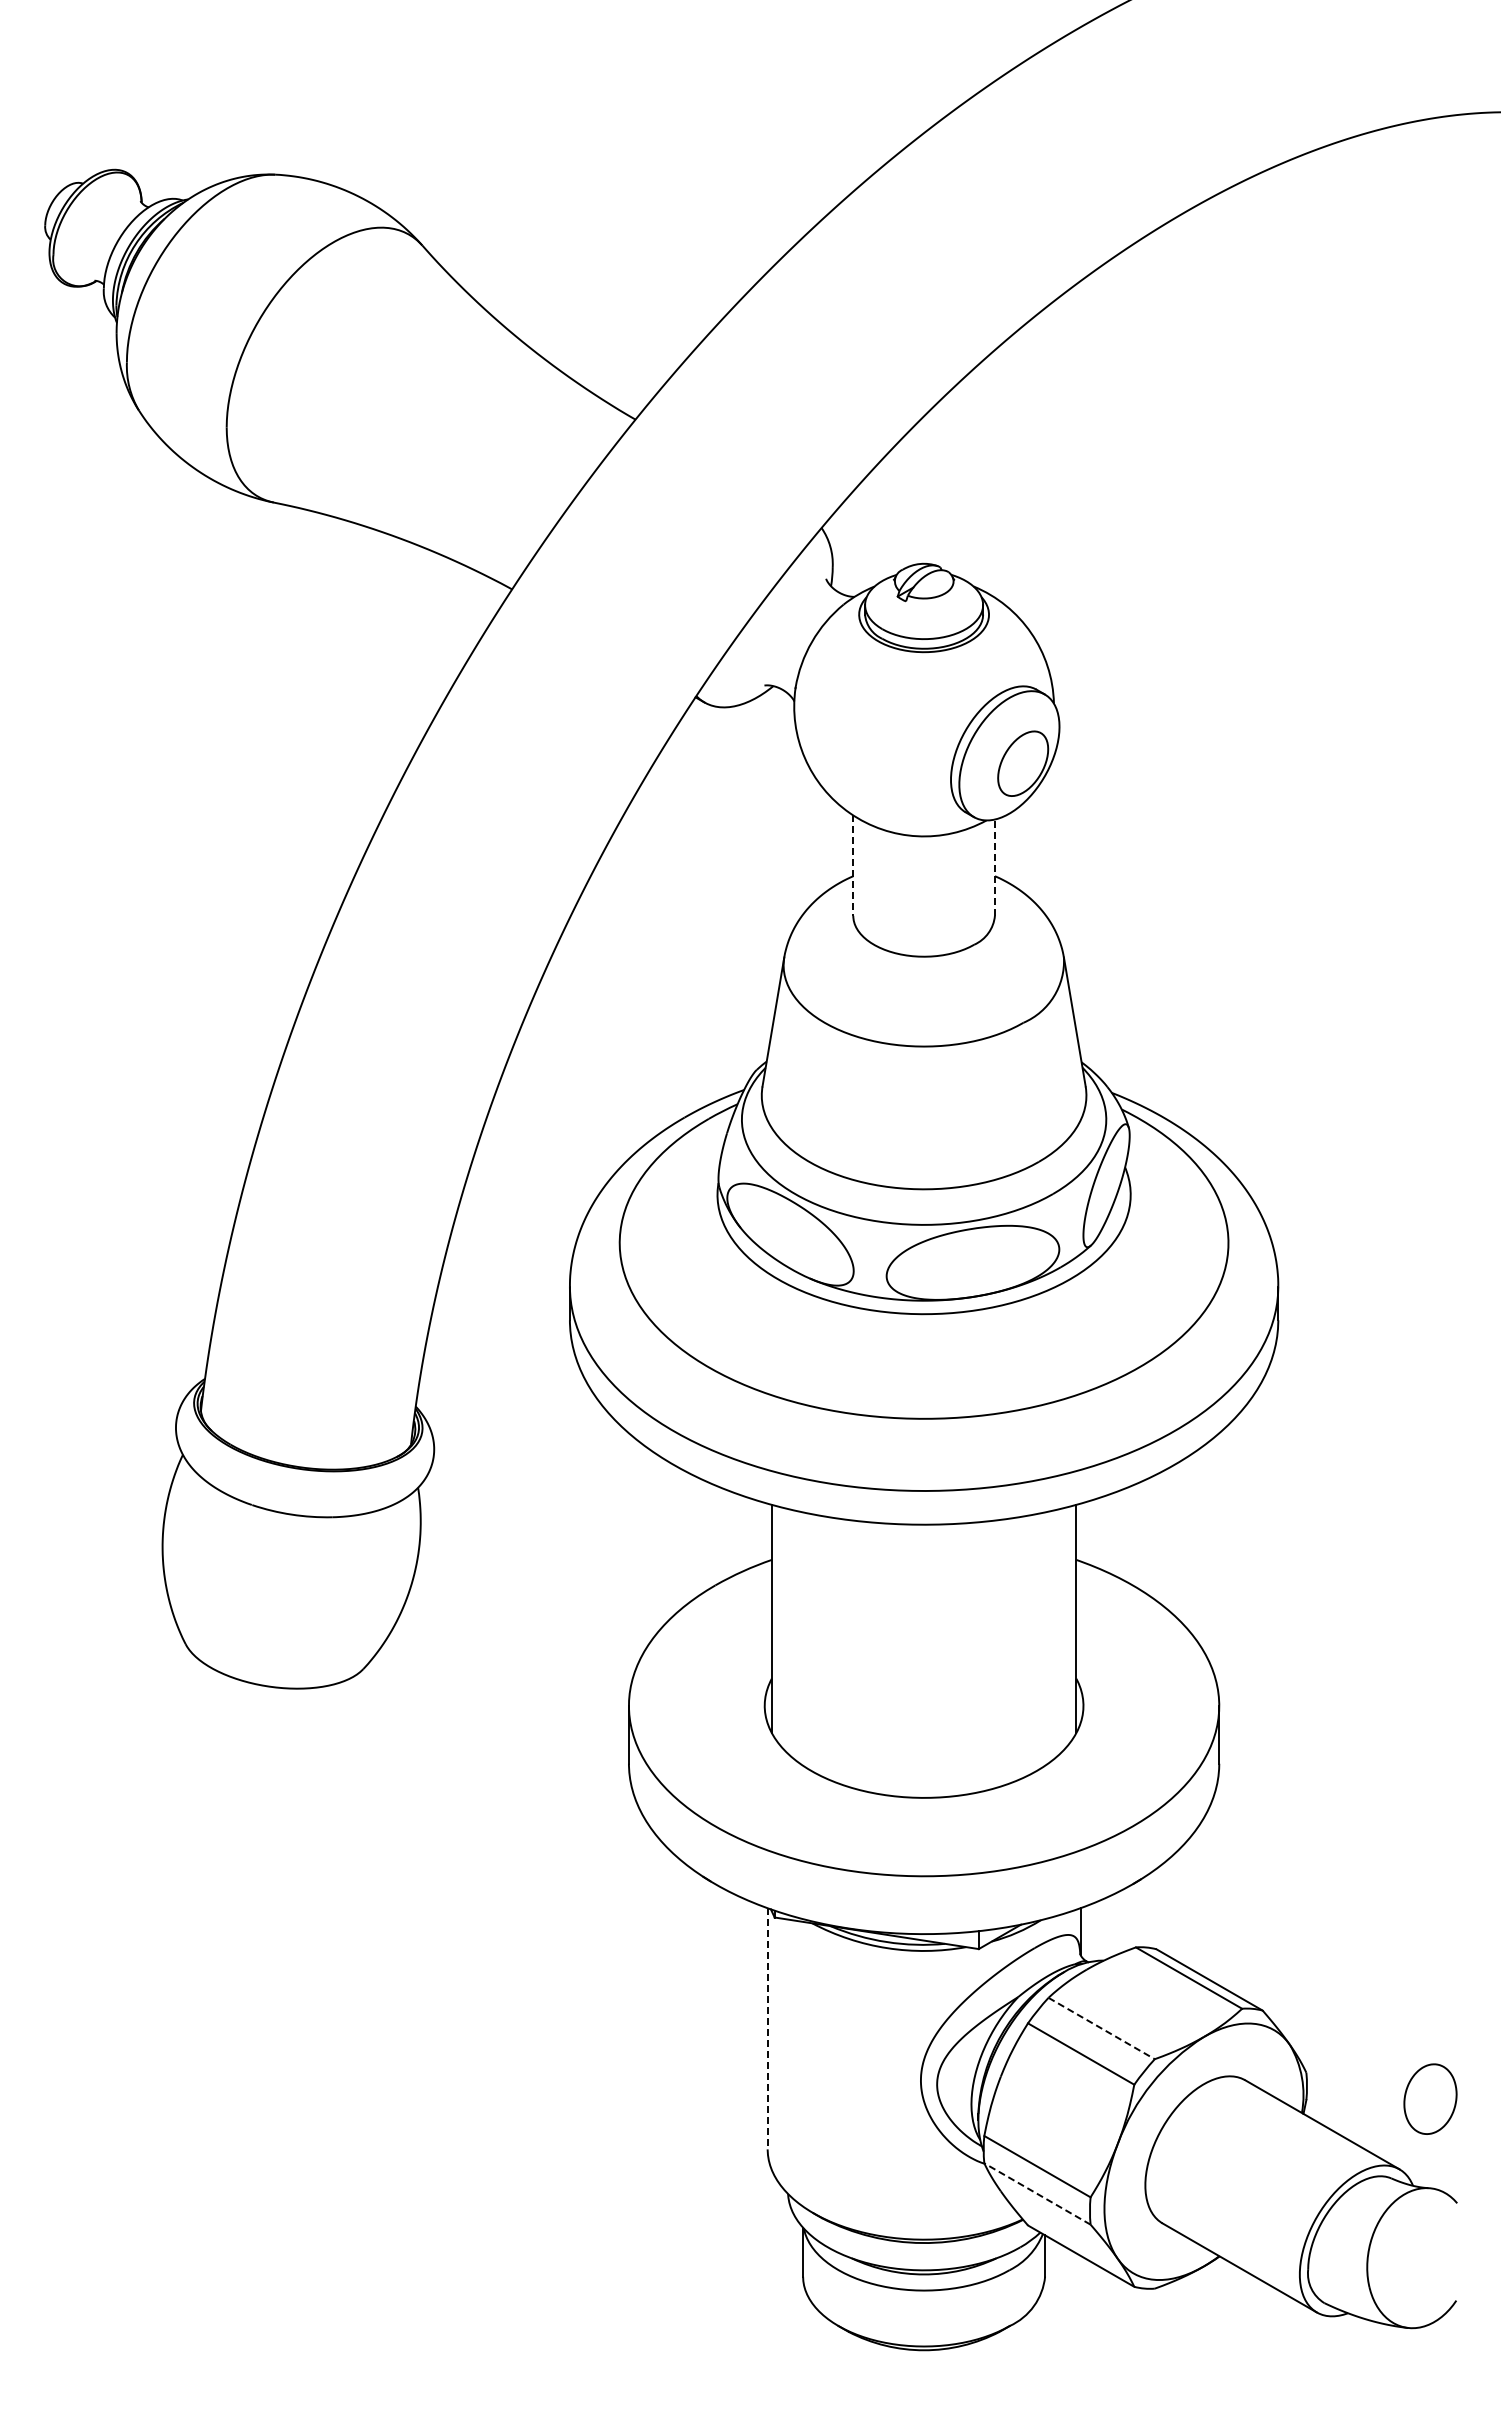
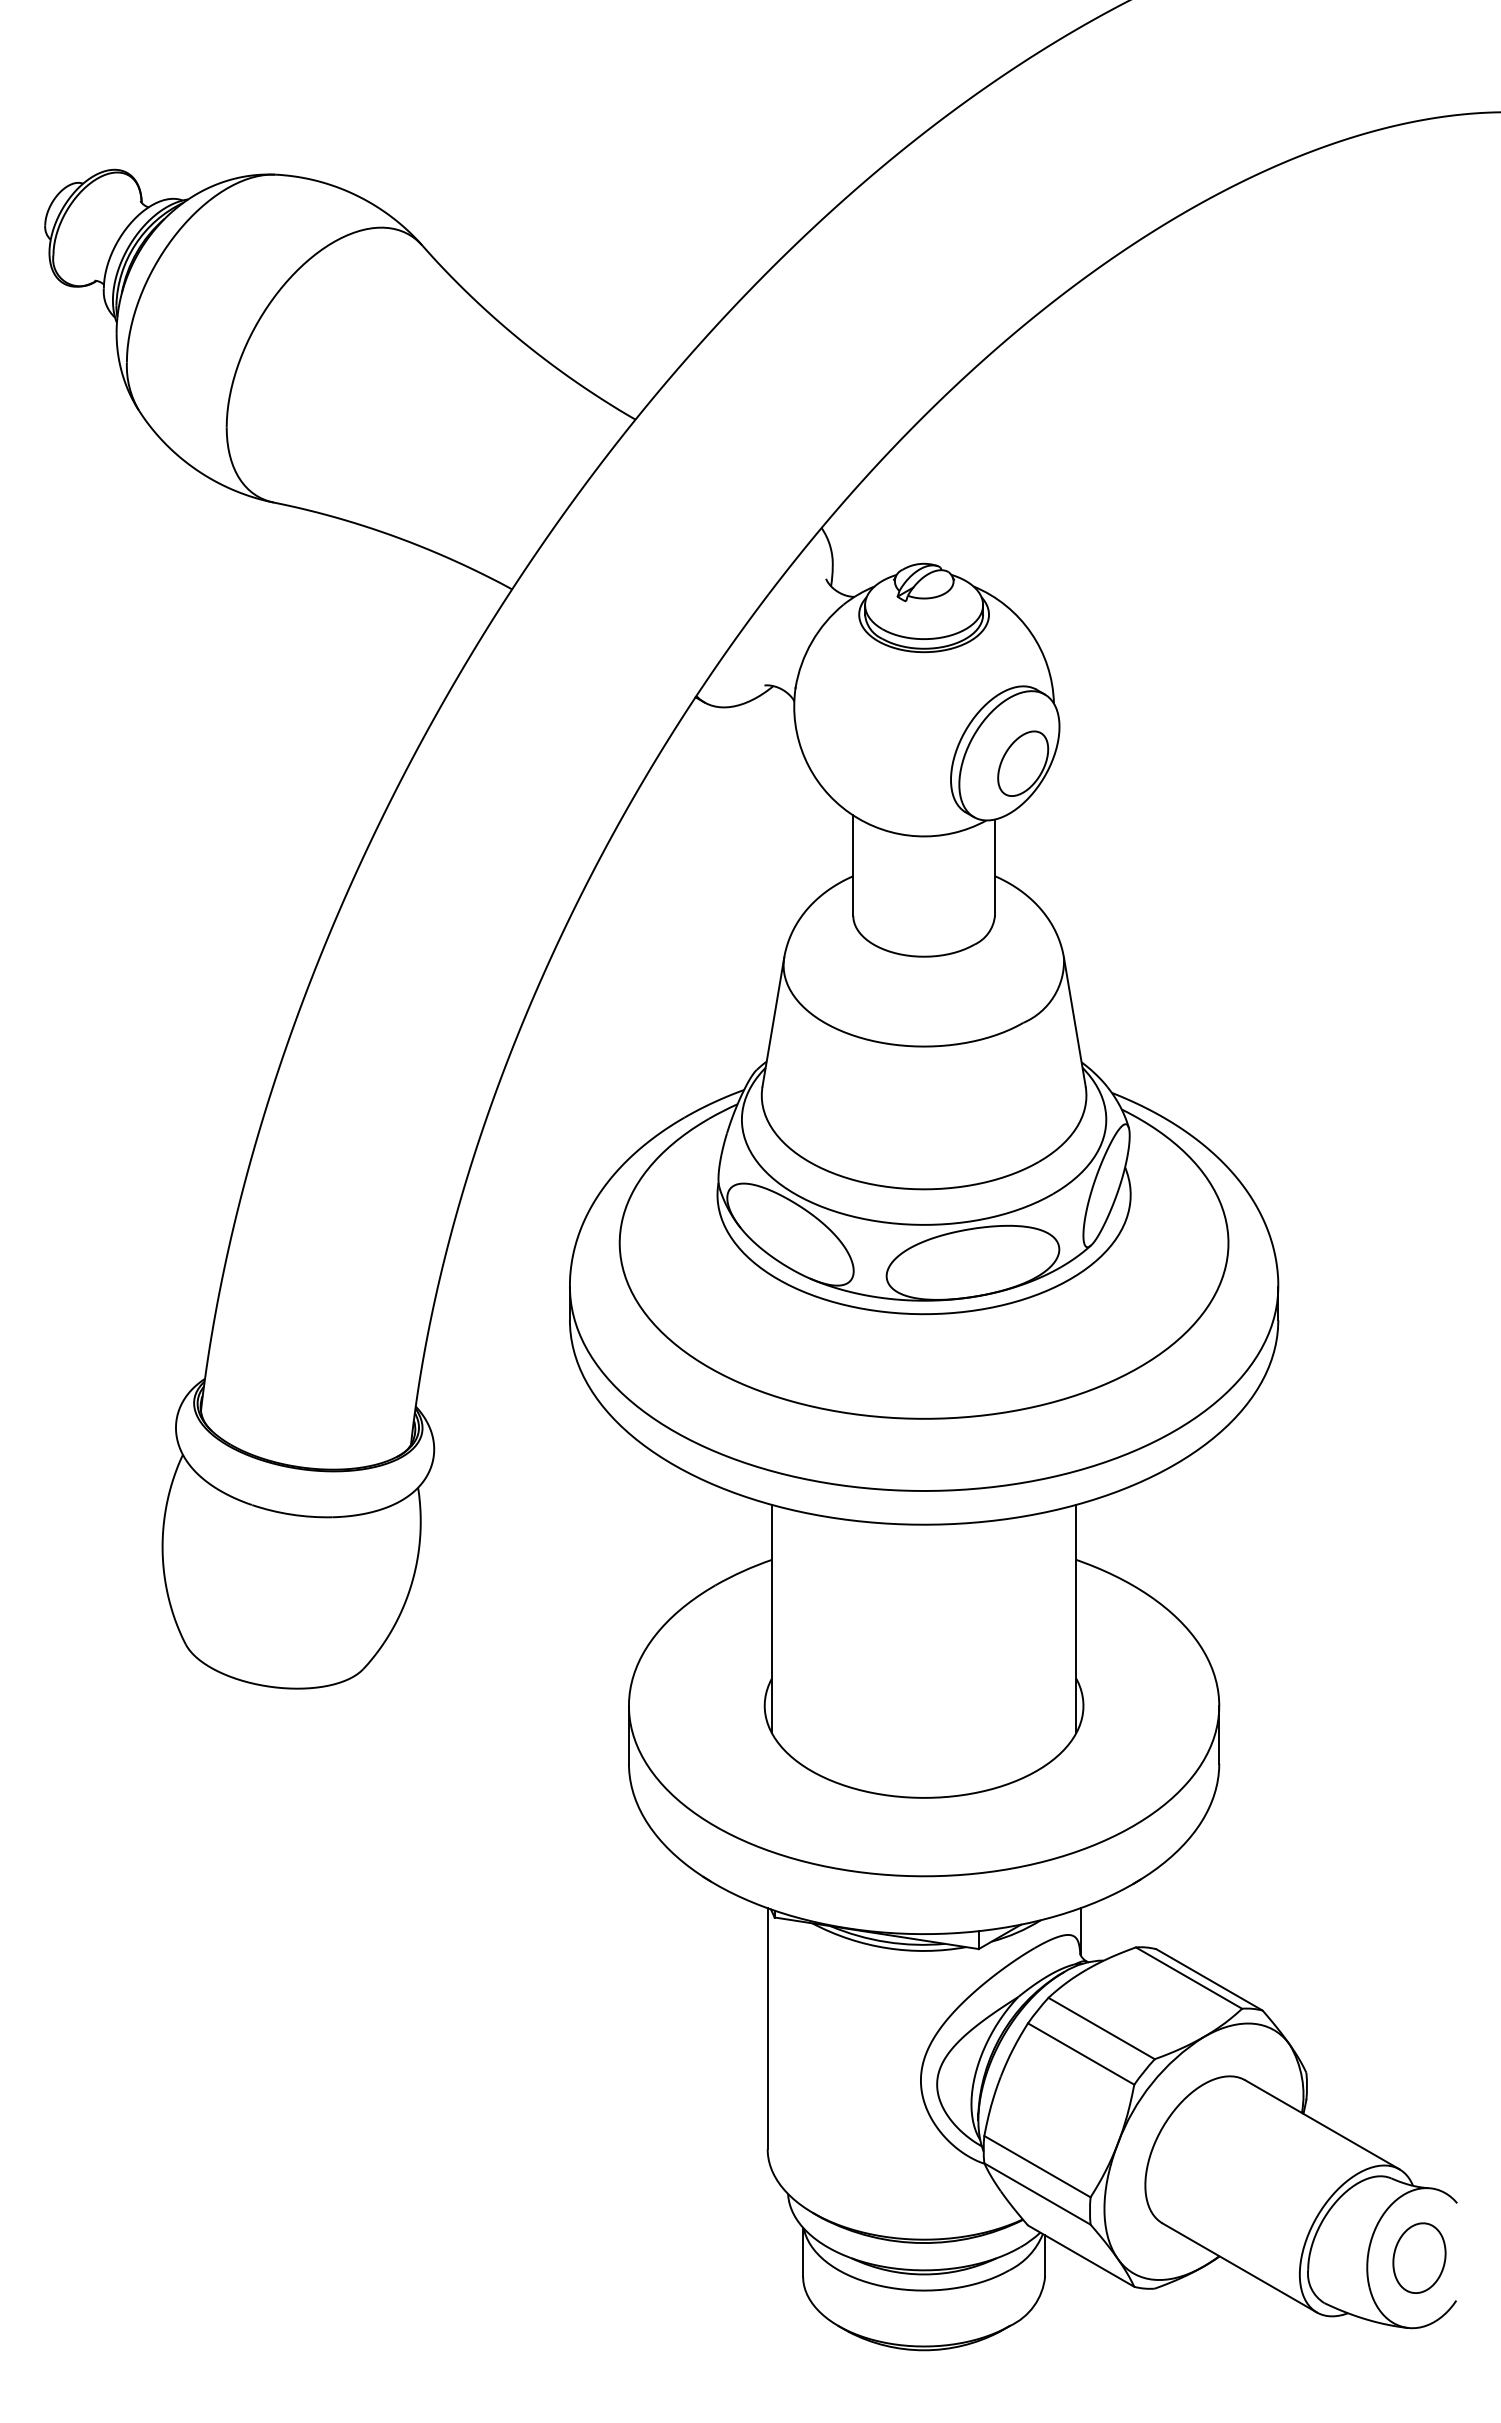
line at (853, 866): dashed -> solid
line at (994, 867): dashed -> solid
line at (767, 2028): dashed -> solid
line at (1102, 2028): dashed -> solid
part at (1430, 2098) position: (1430, 2098) -> (1419, 2257)
line at (1037, 2193): dashed -> solid
